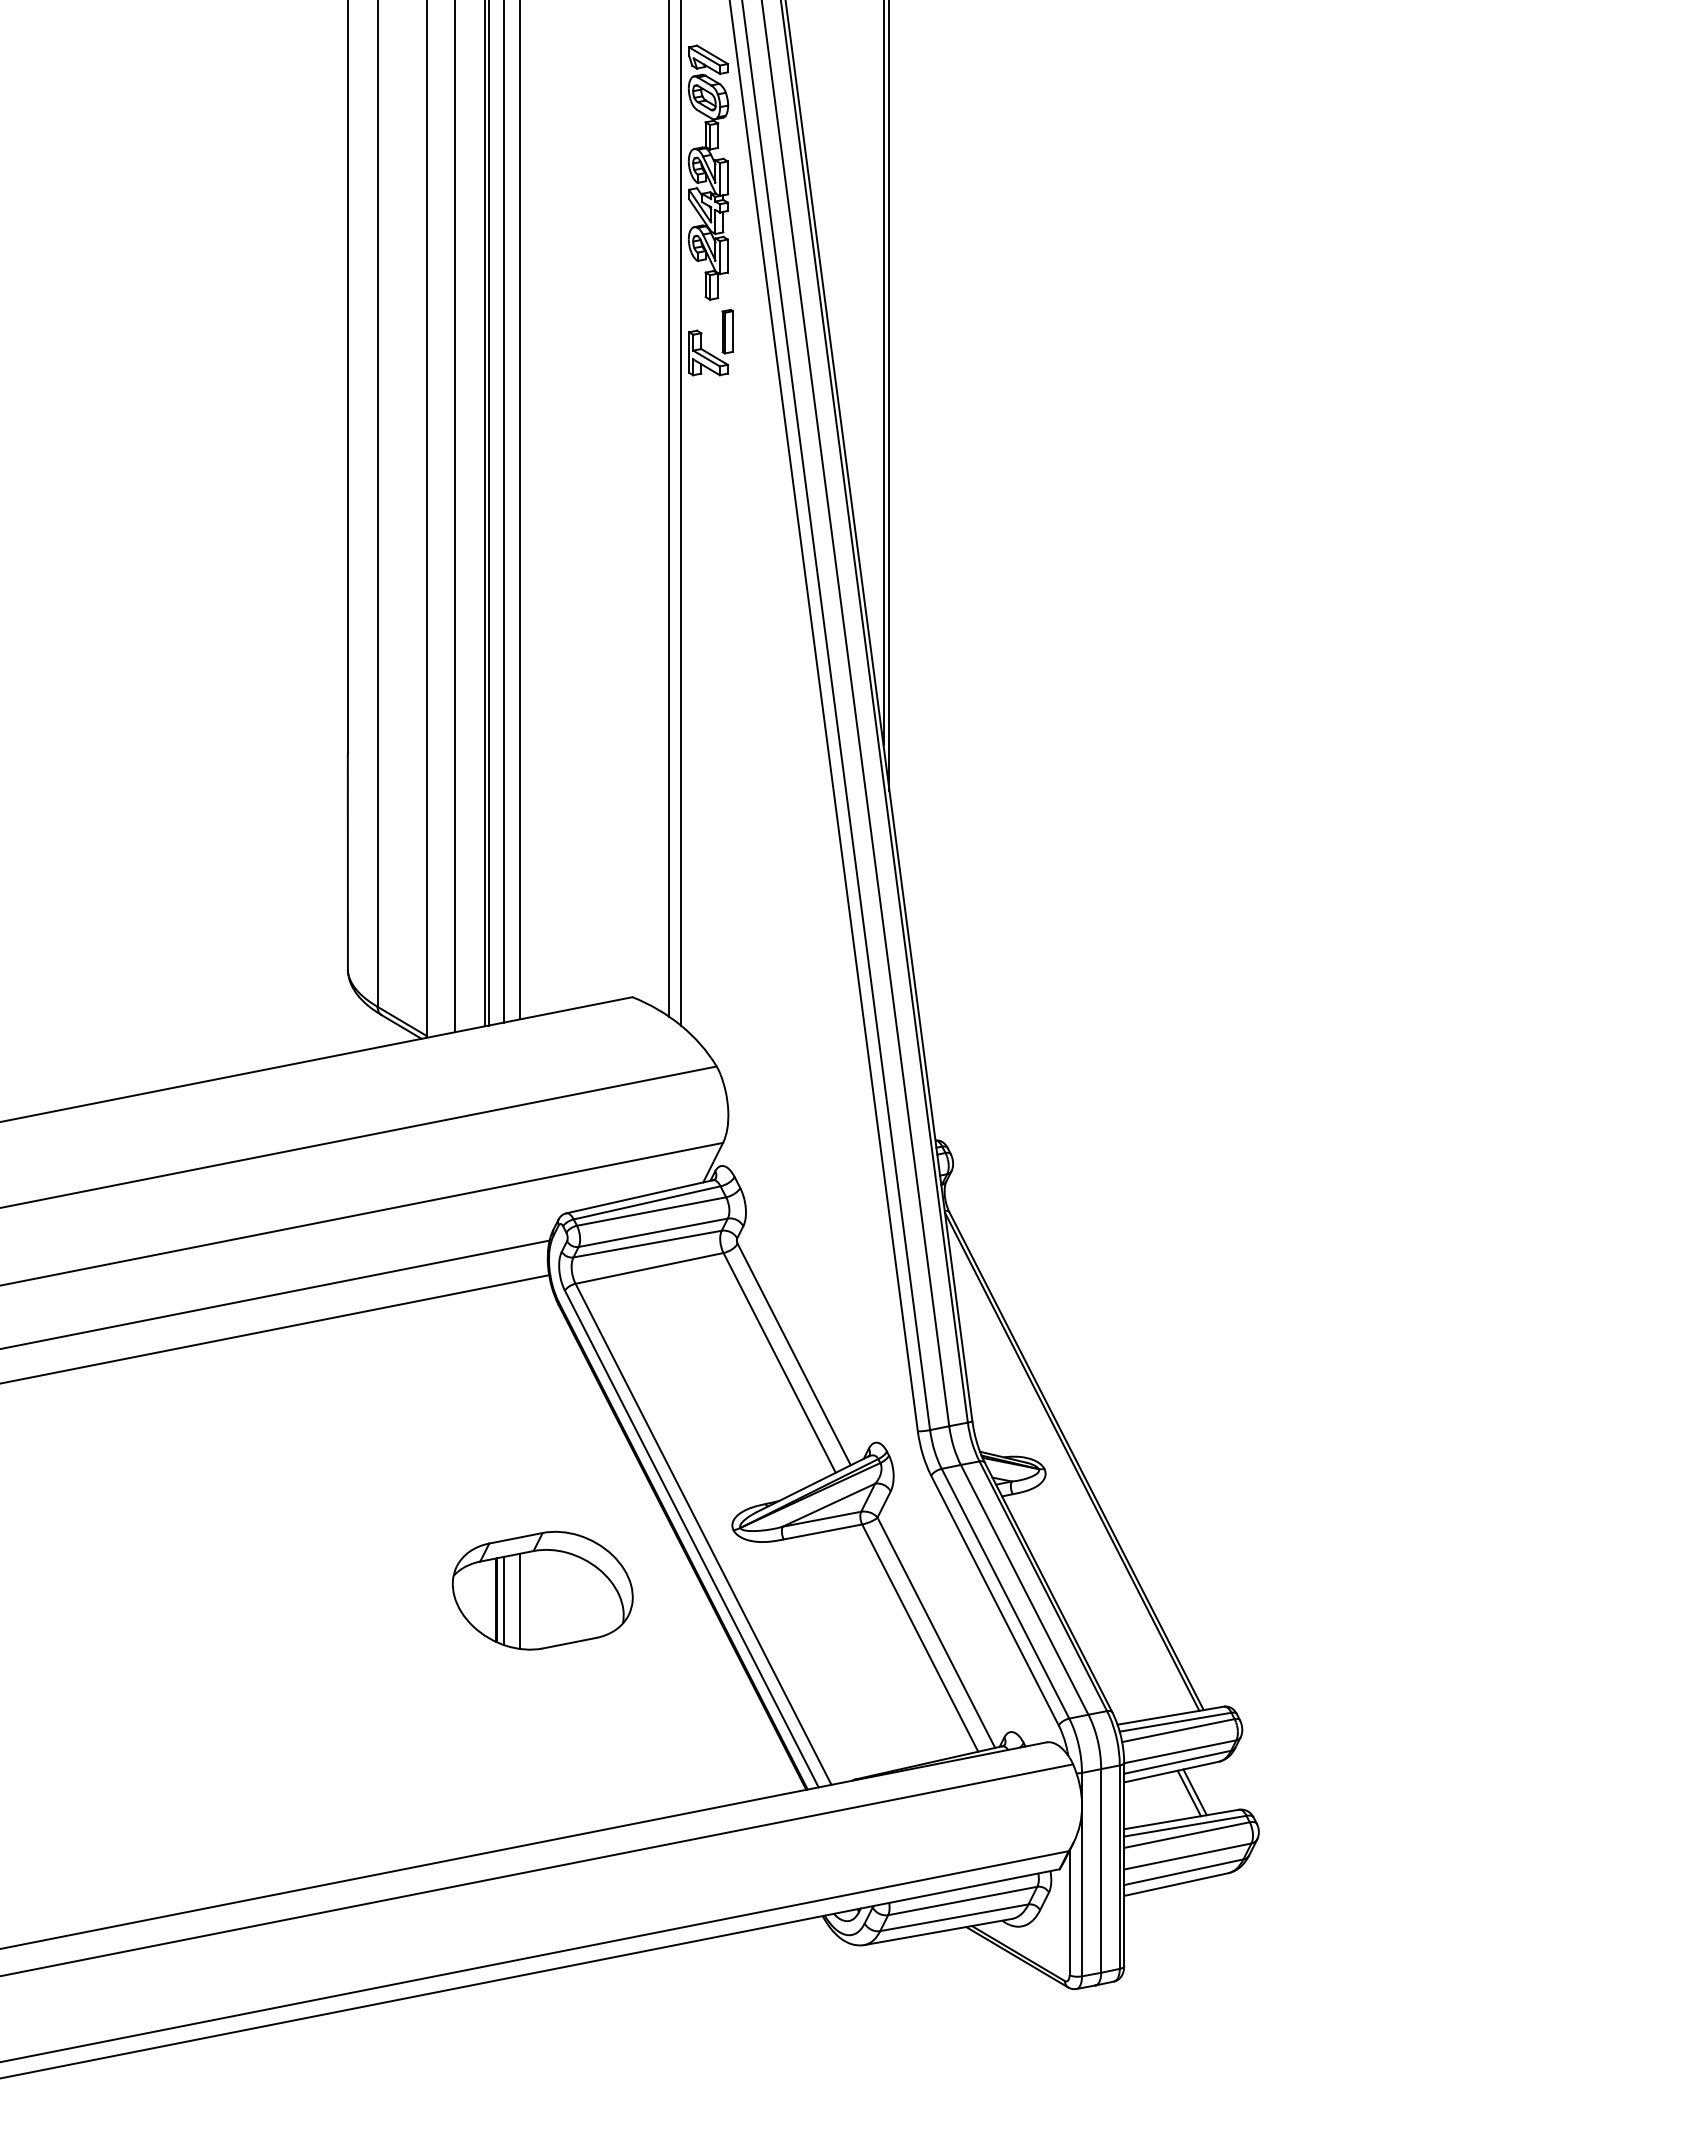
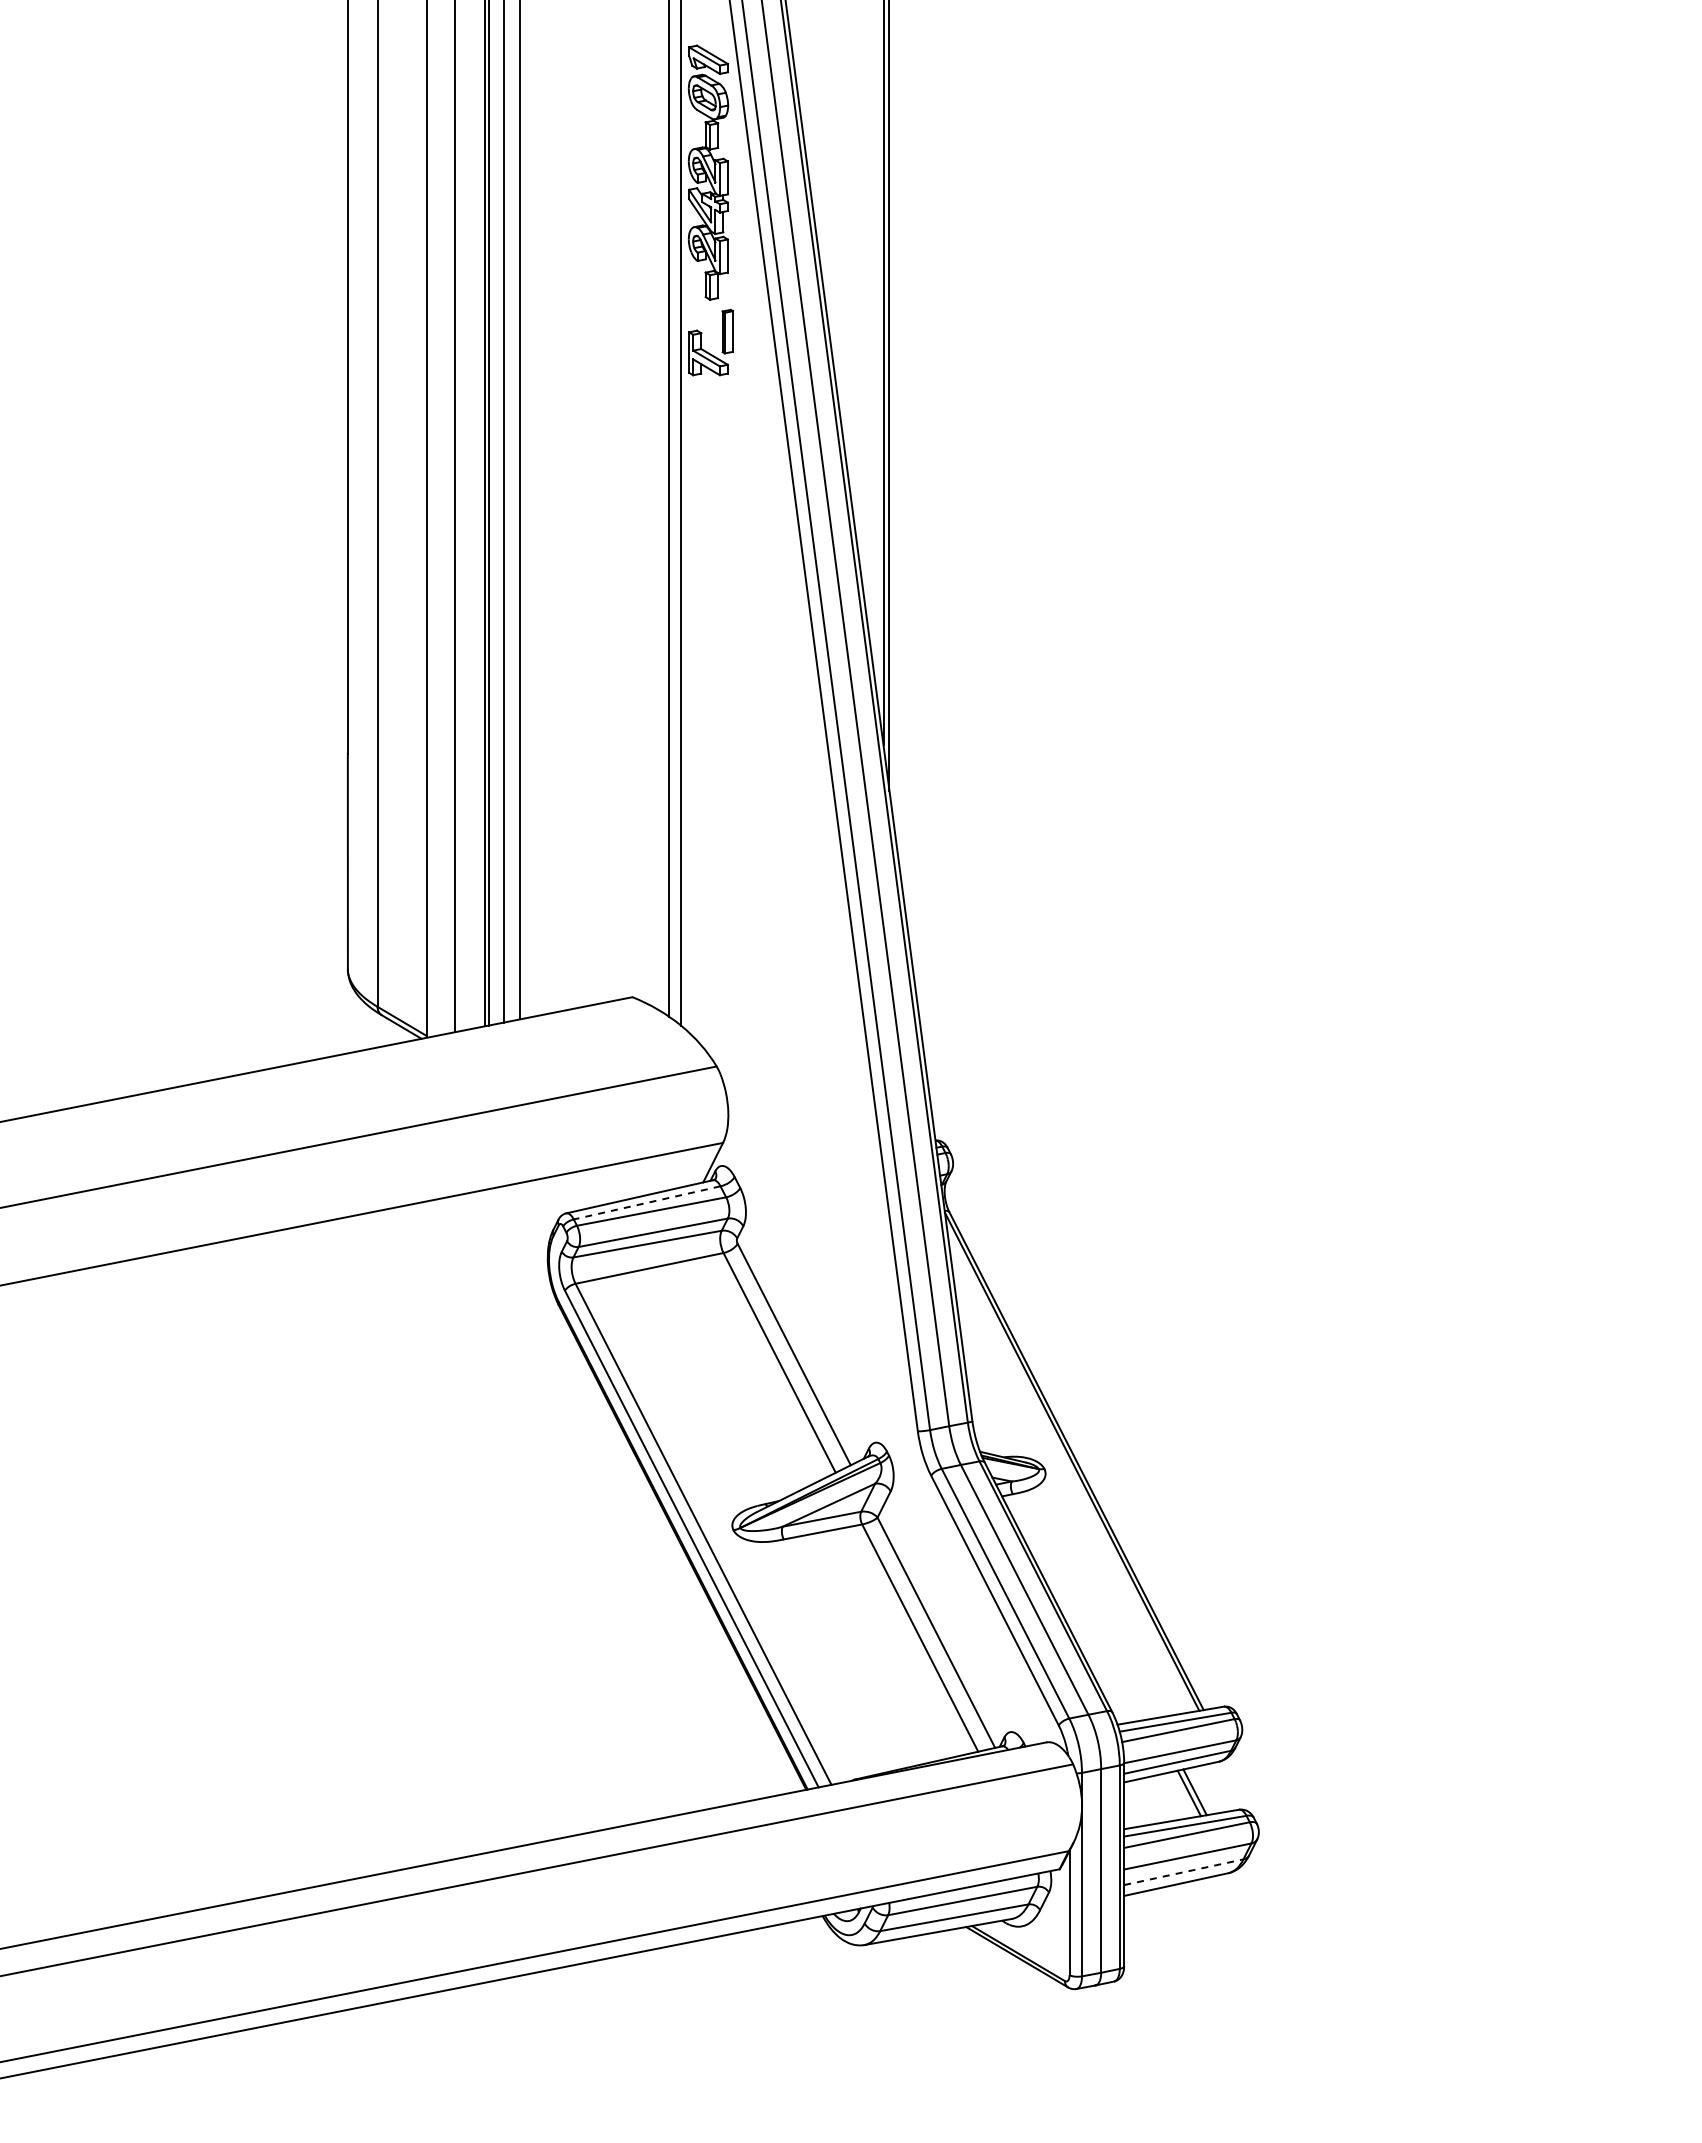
line at (646, 1202): solid -> dashed
line at (275, 1294): present -> none
line at (275, 1329): present -> none
part at (542, 1590): present -> none
line at (1184, 1872): solid -> dashed
